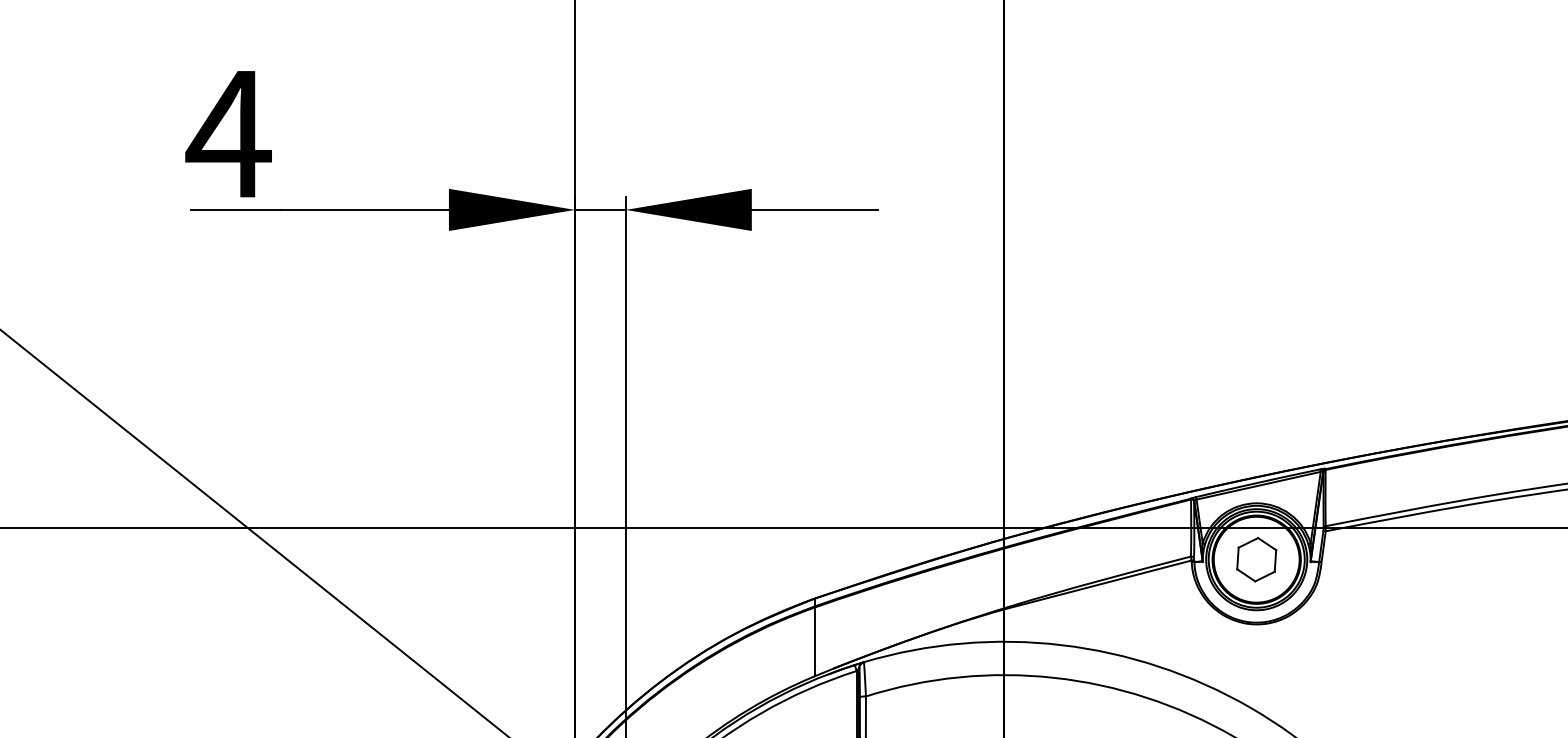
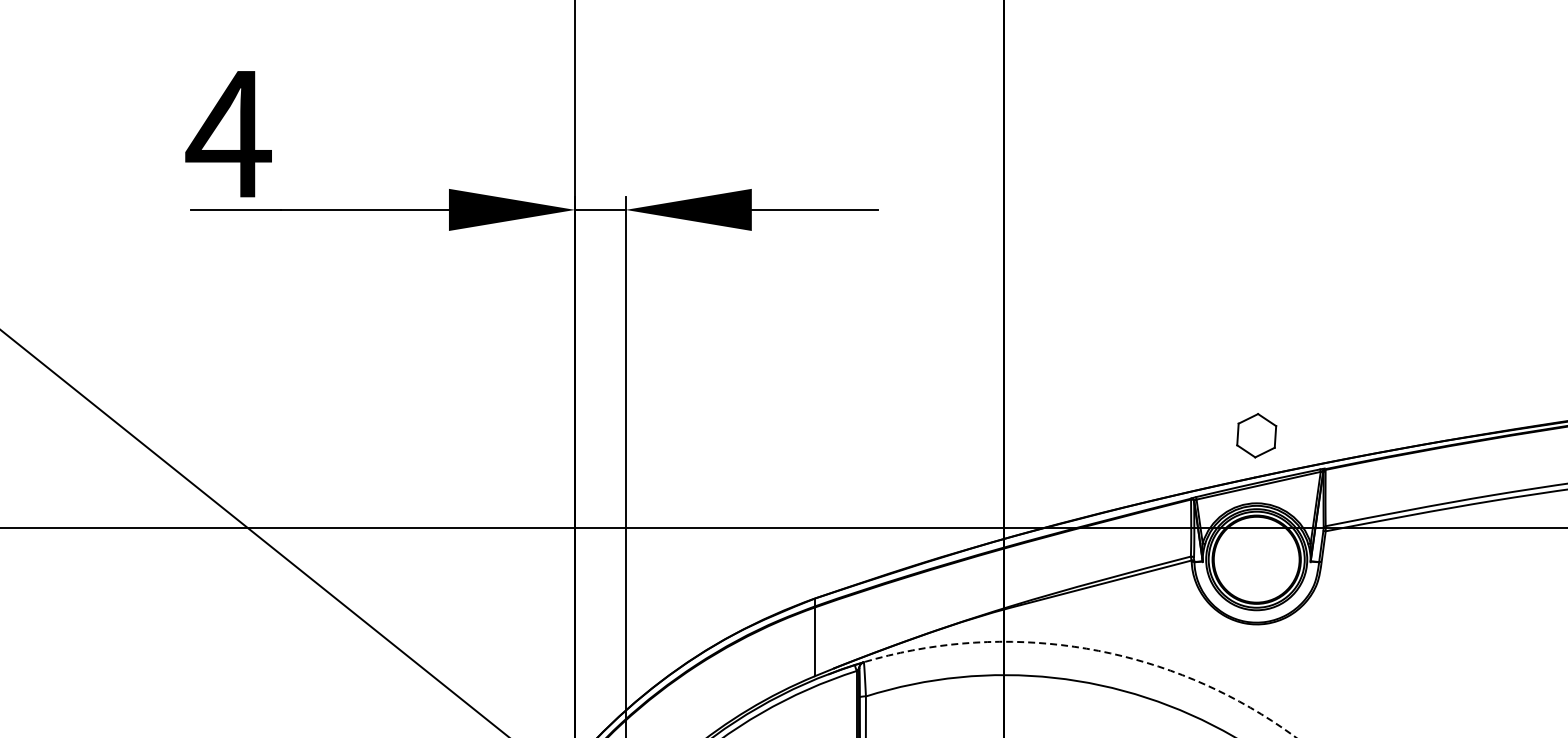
part at (1256, 559) position: (1256, 559) -> (1256, 435)
arc at (1089, 649): solid -> dashed
